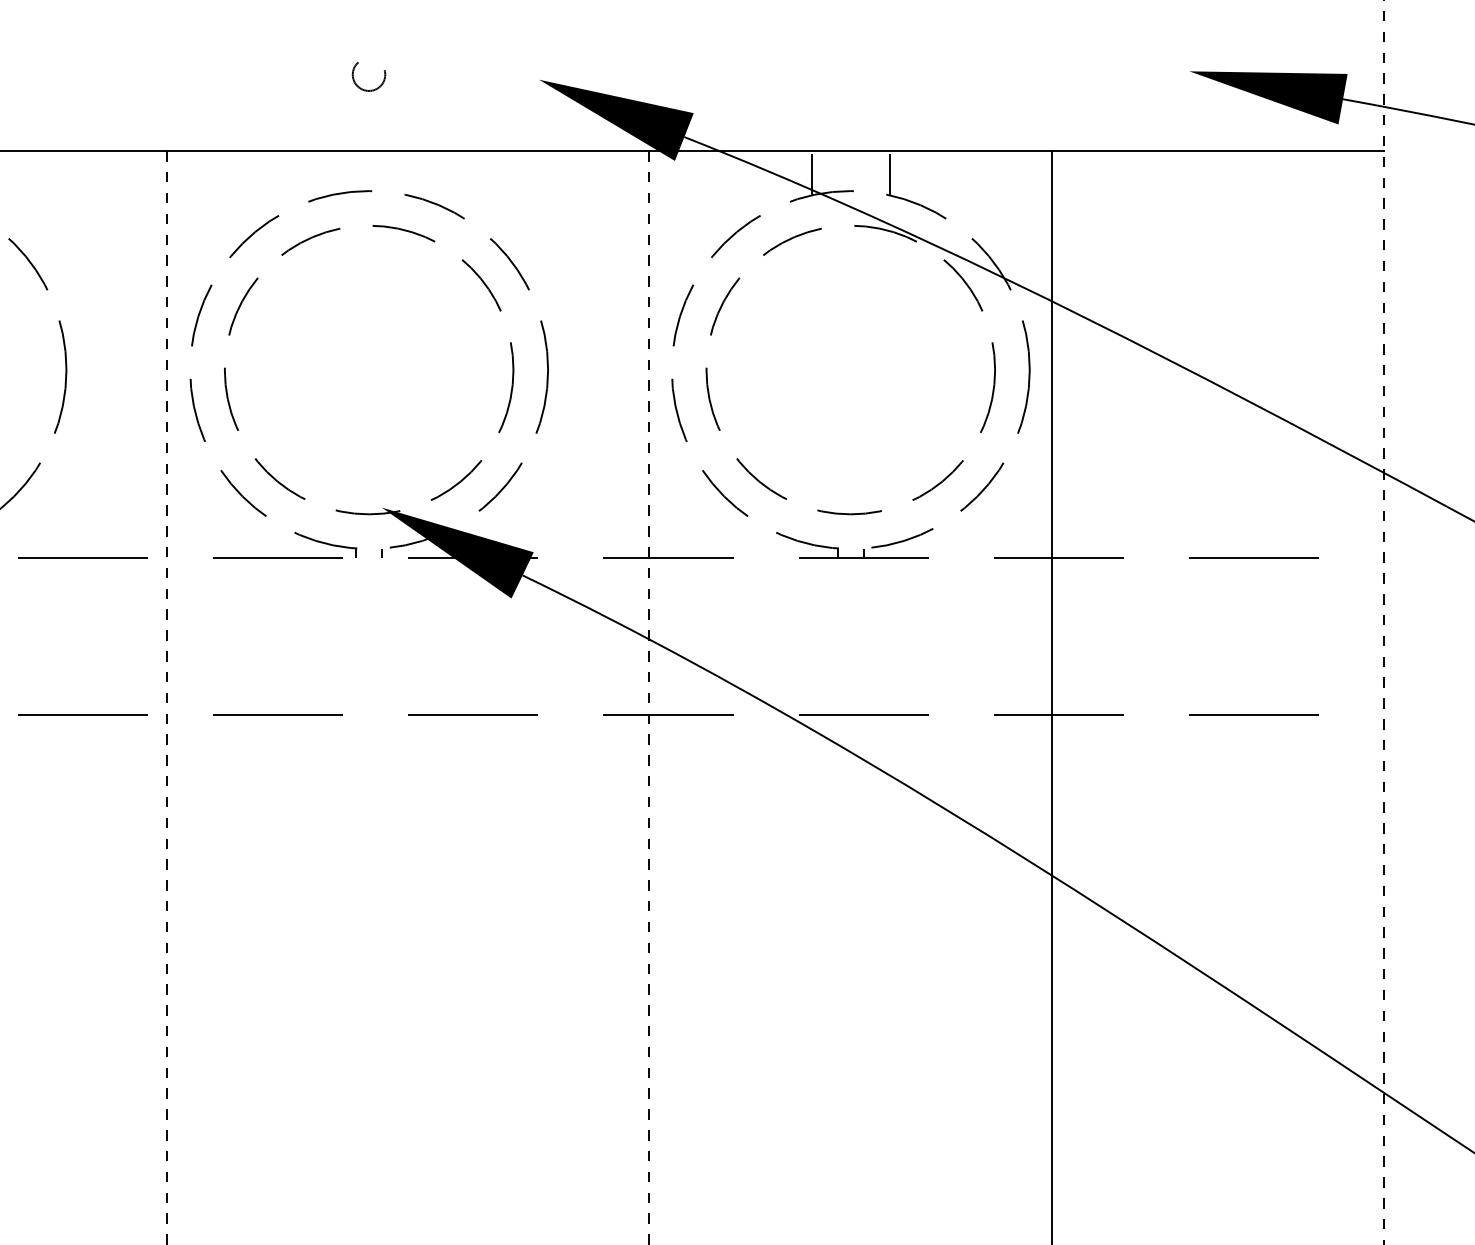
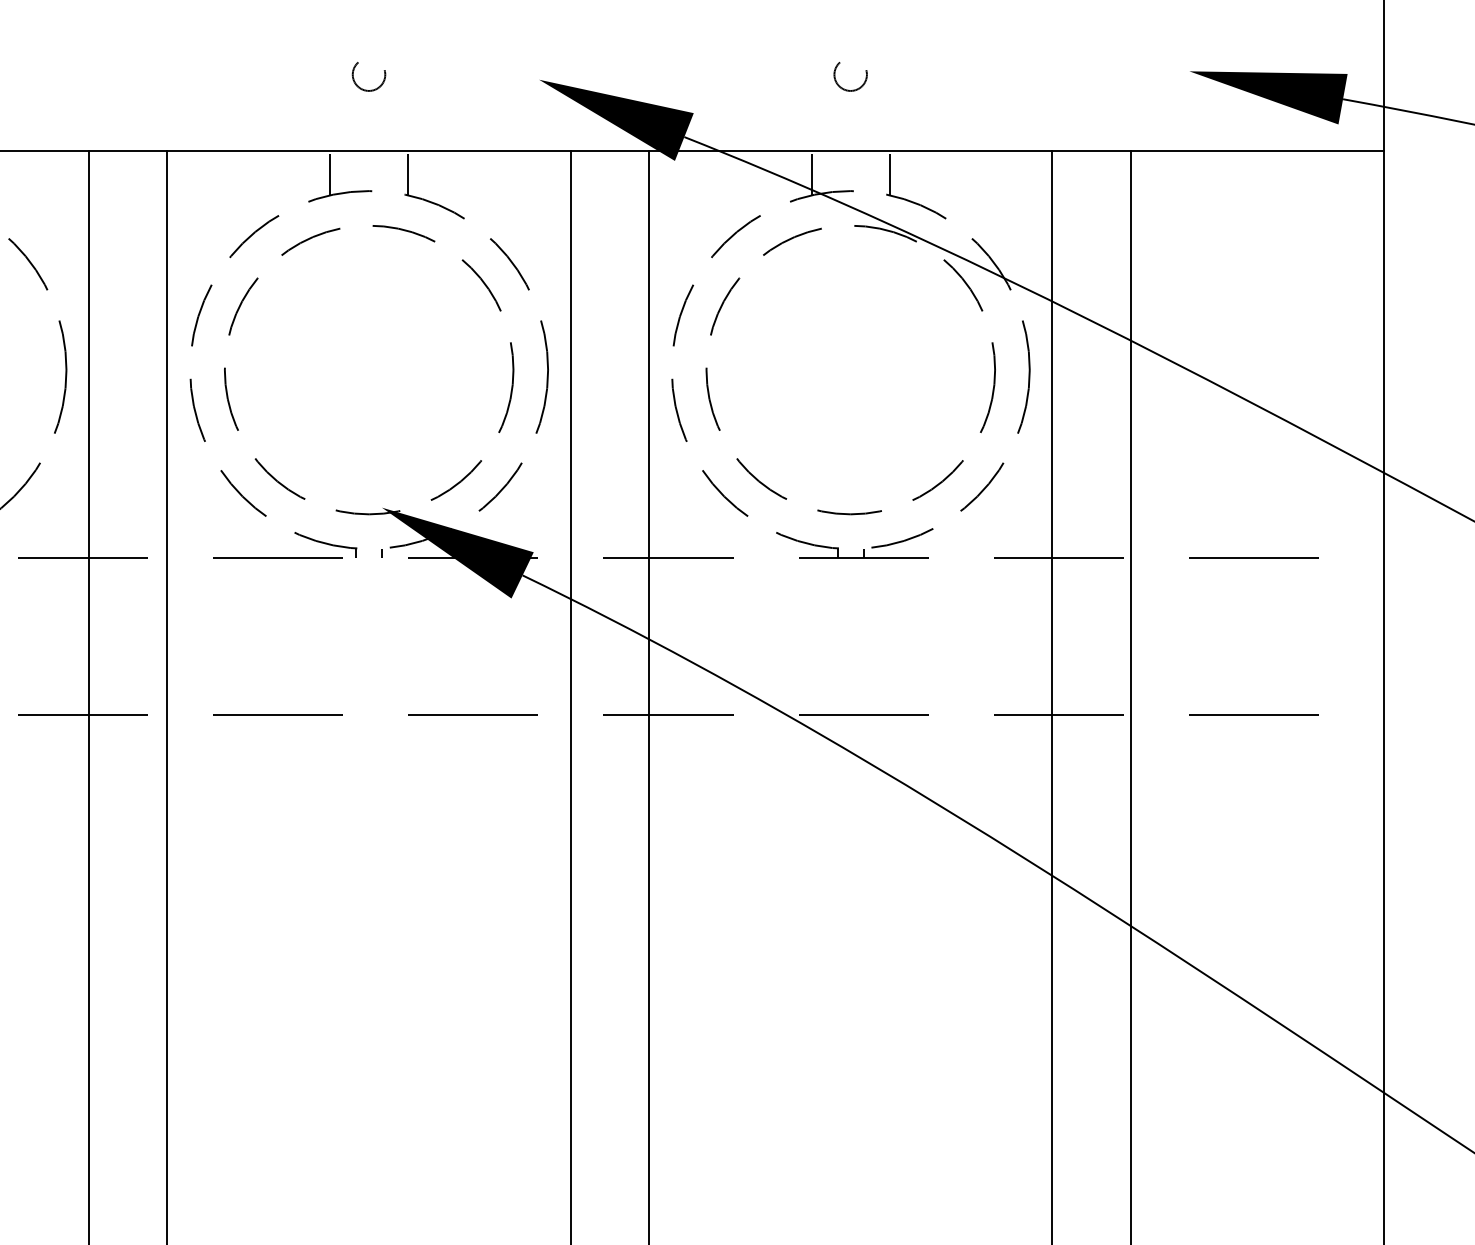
circle at (850, 76): none -> present
line at (330, 174): none -> present
line at (408, 174): none -> present
line at (1384, 621): dashed -> solid
line at (89, 696): none -> present
line at (570, 696): none -> present
line at (1130, 696): none -> present
line at (167, 698): dashed -> solid
line at (648, 698): dashed -> solid
